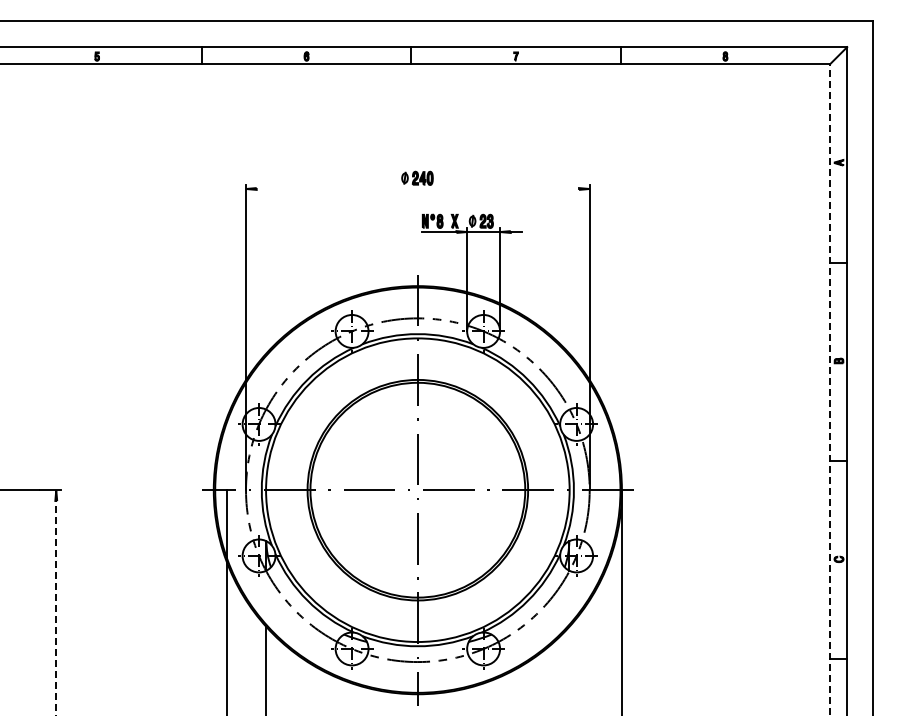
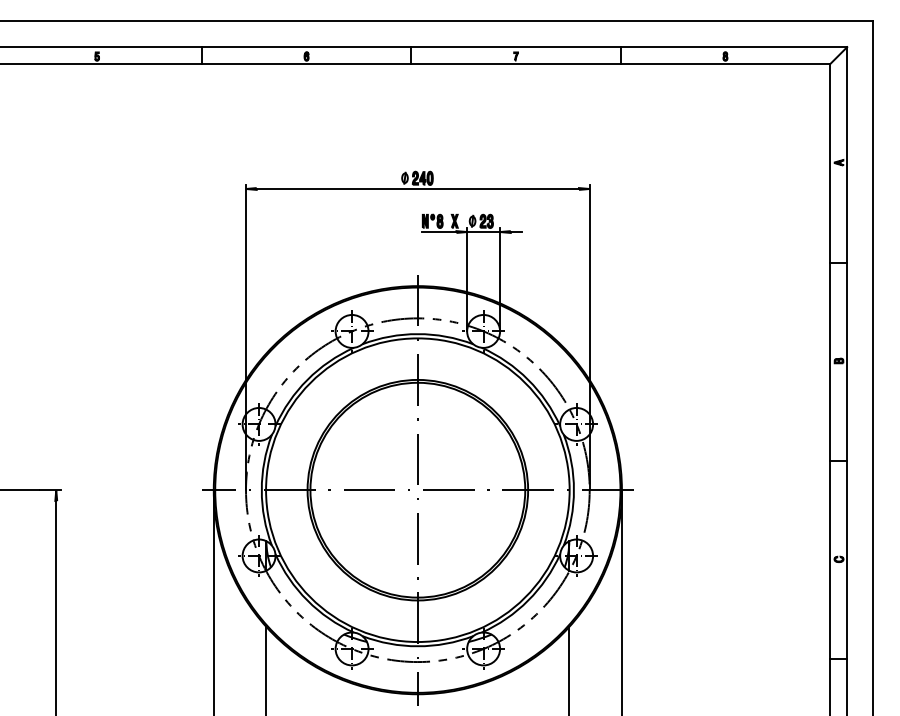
line at (417, 188): none -> present
line at (830, 390): dashed -> solid
line at (226, 601) position: (226, 601) -> (213, 601)
line at (56, 607): dashed -> solid
line at (569, 669): none -> present
